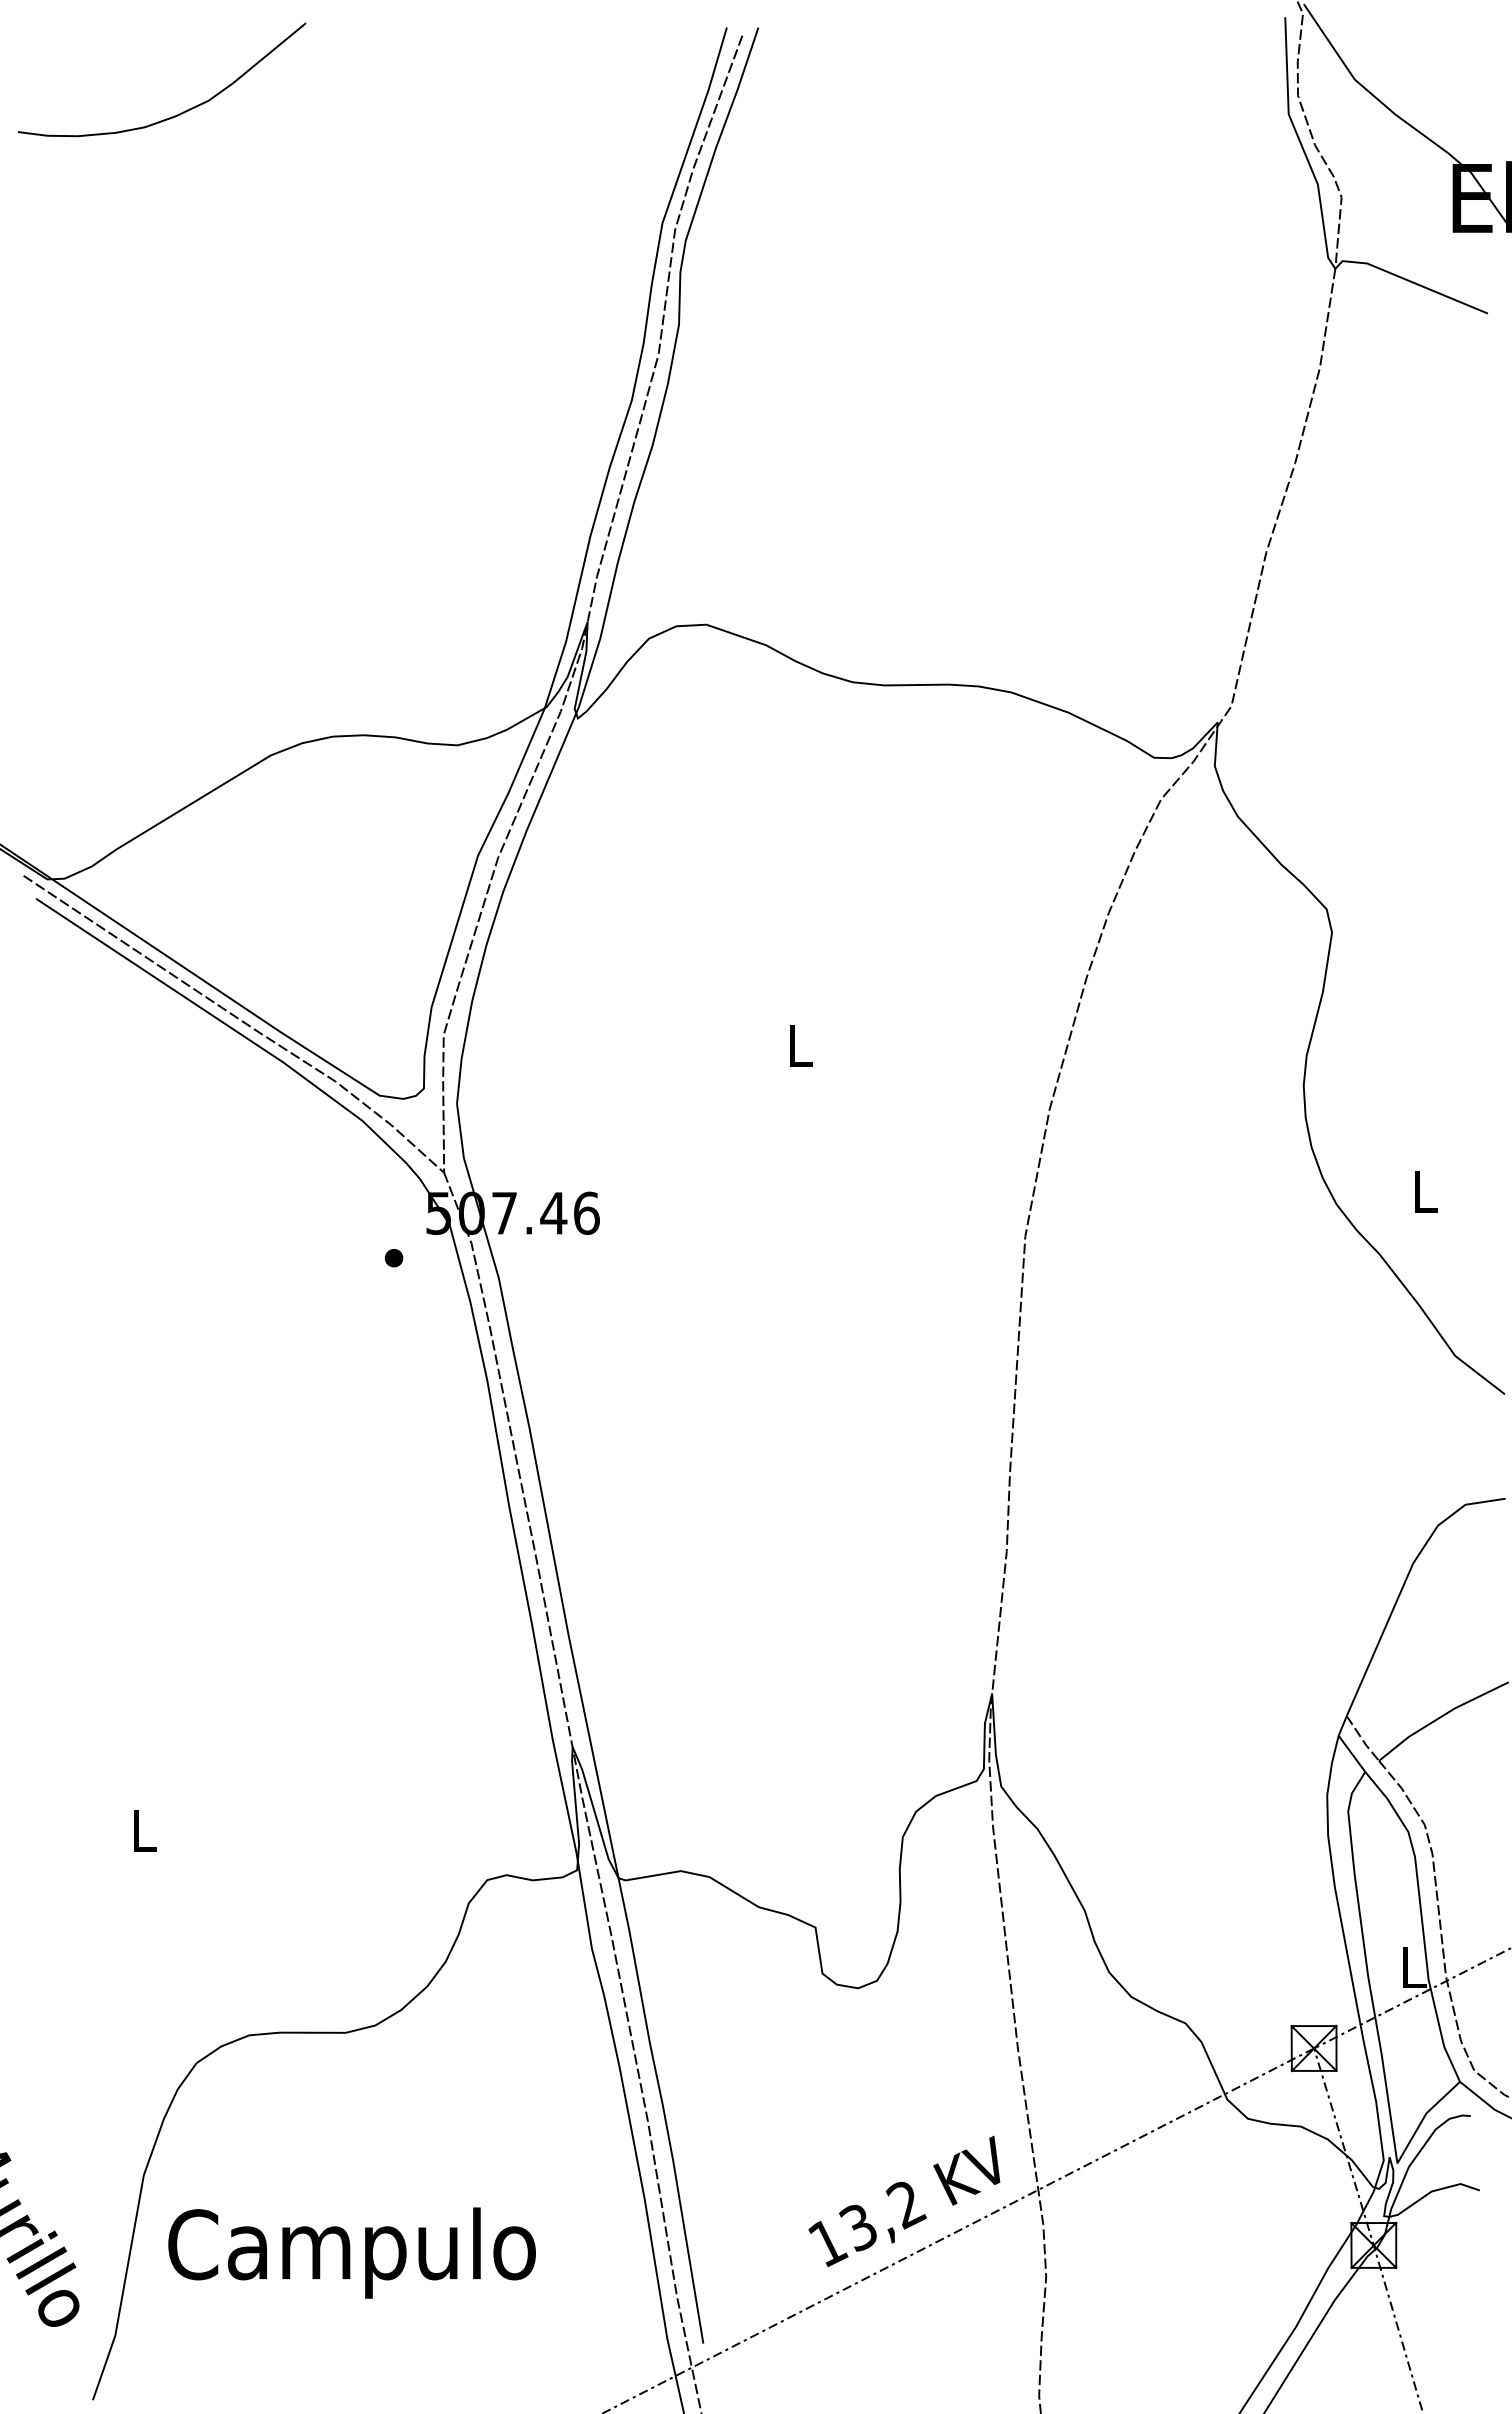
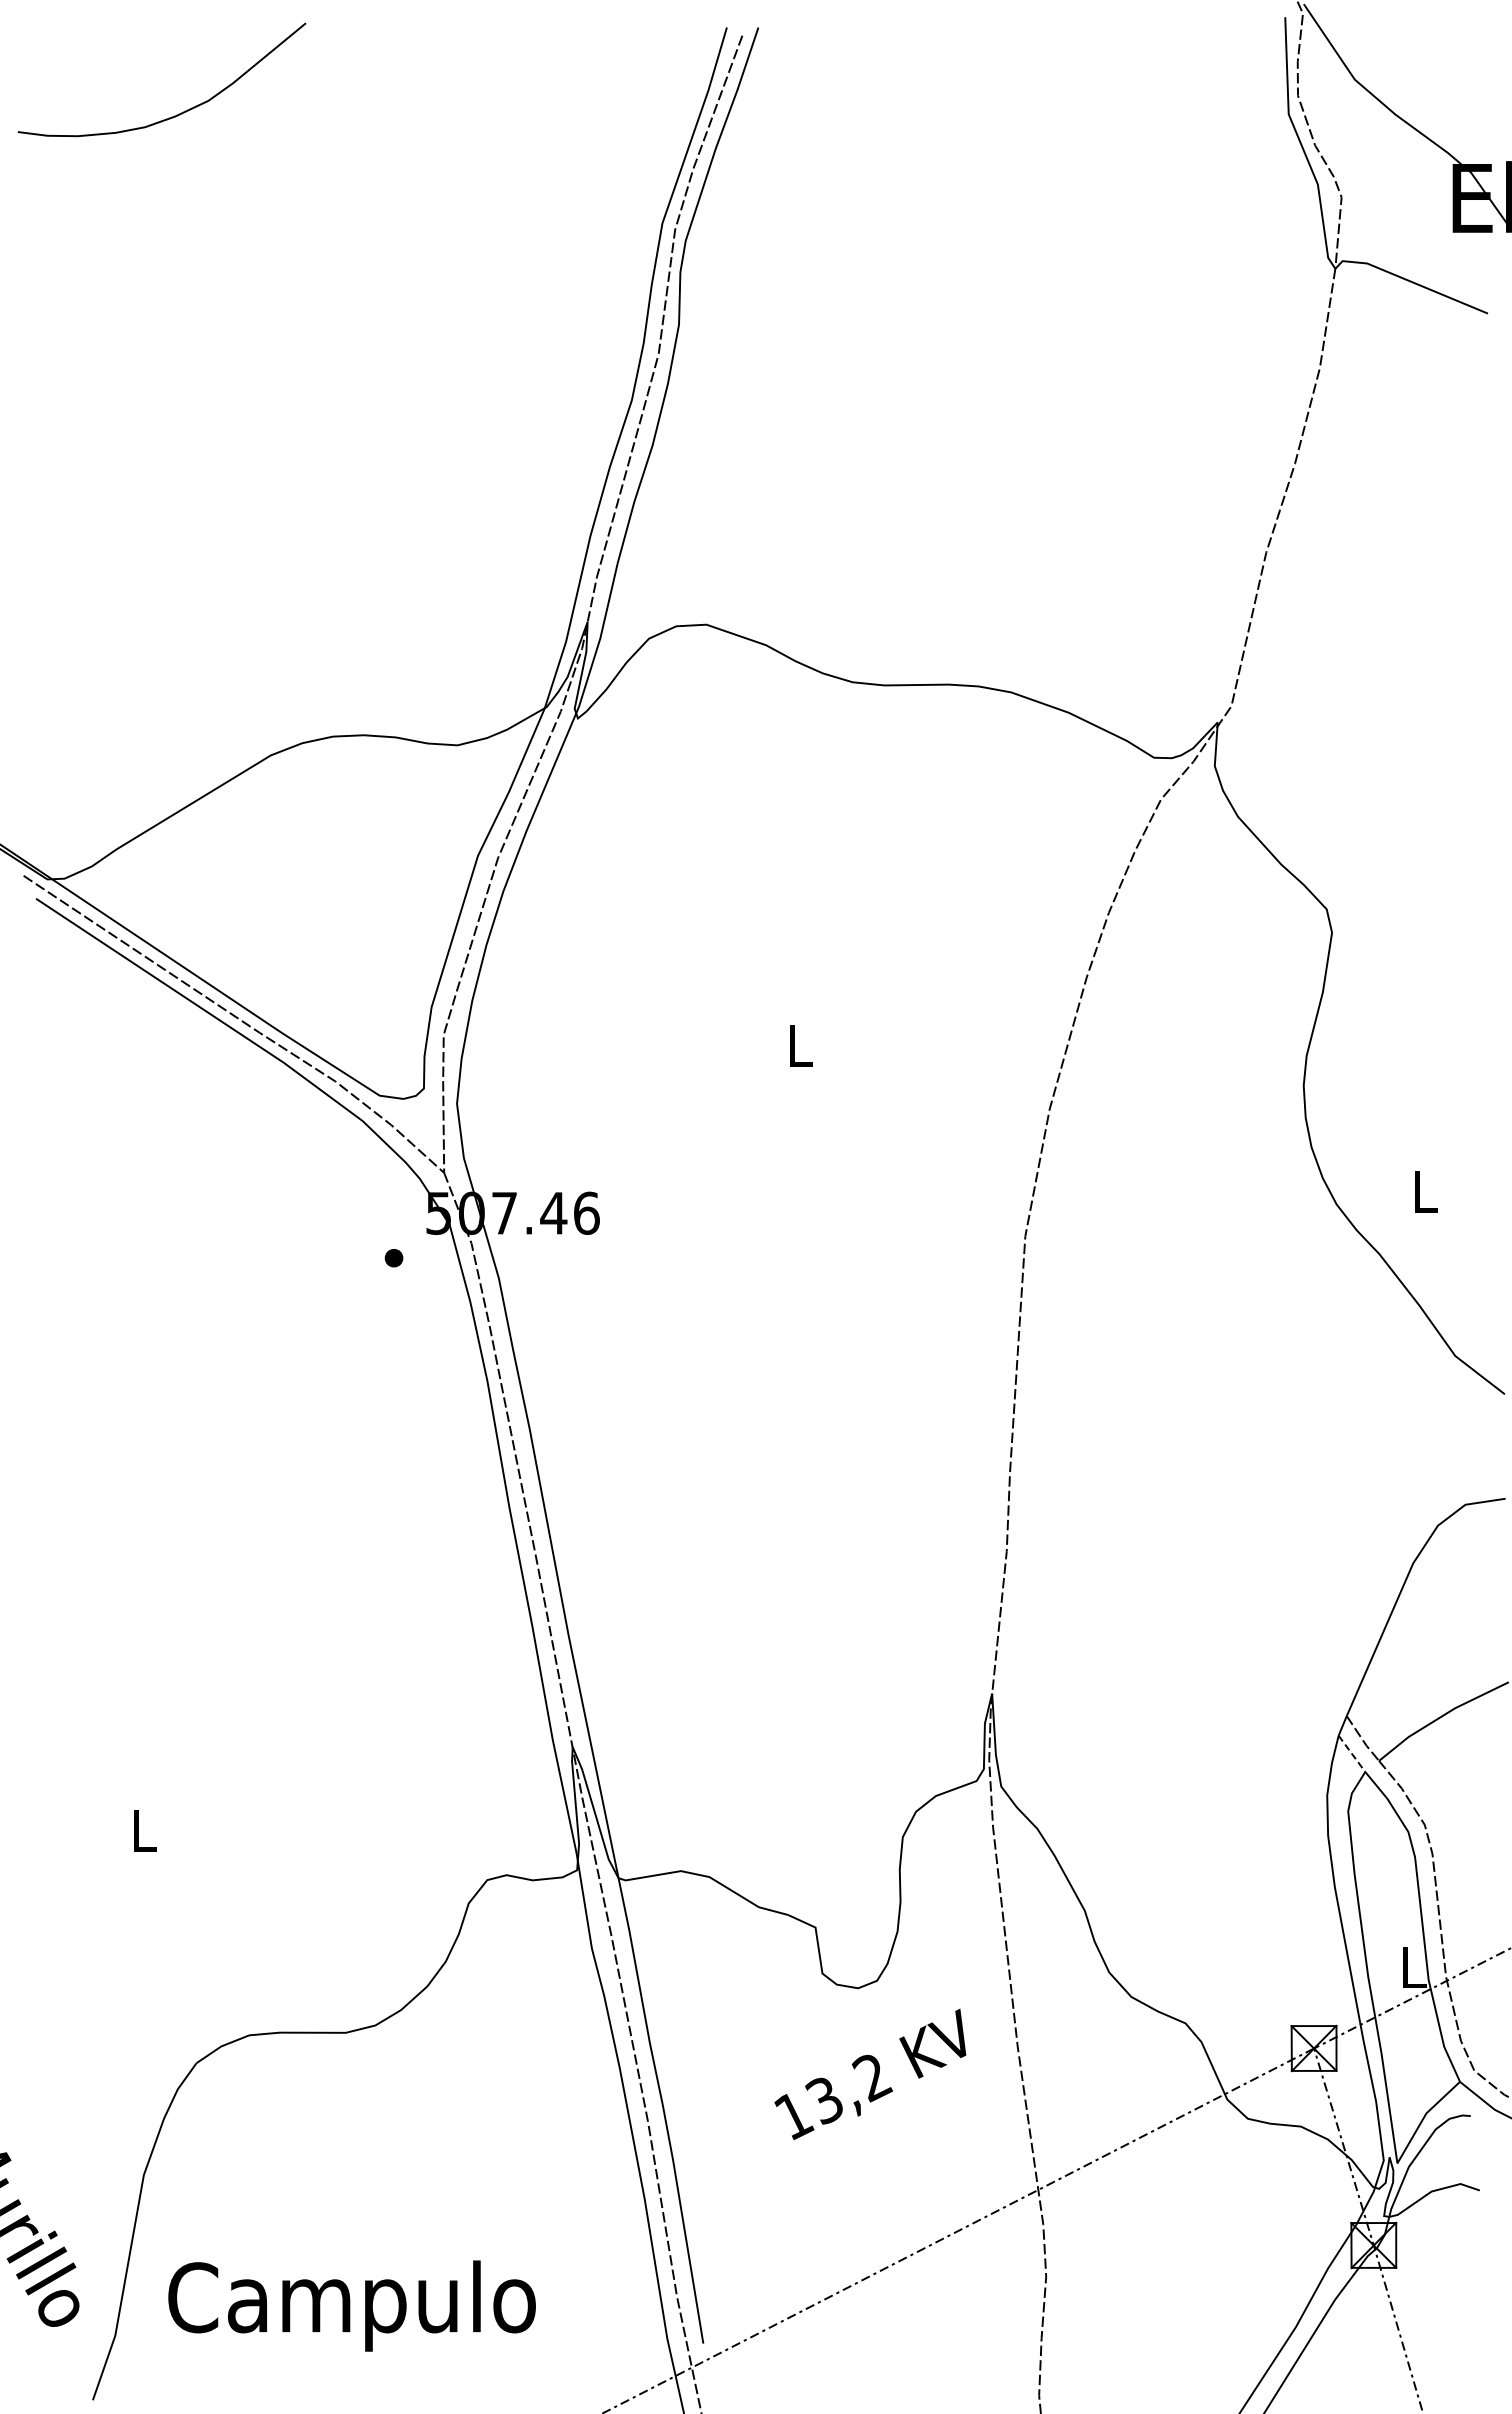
line at (1352, 1754): solid -> dashed
text at (904, 2200) position: (904, 2200) -> (870, 2073)
text at (351, 2252) position: (351, 2252) -> (351, 2305)
